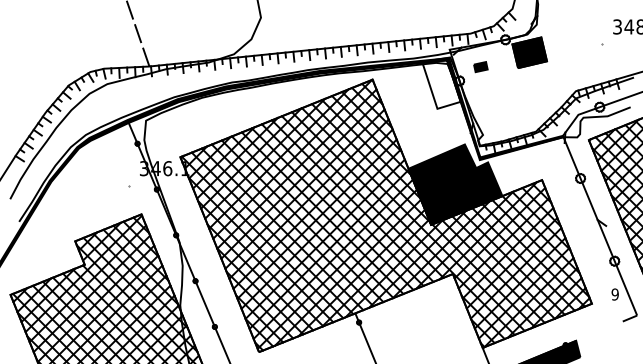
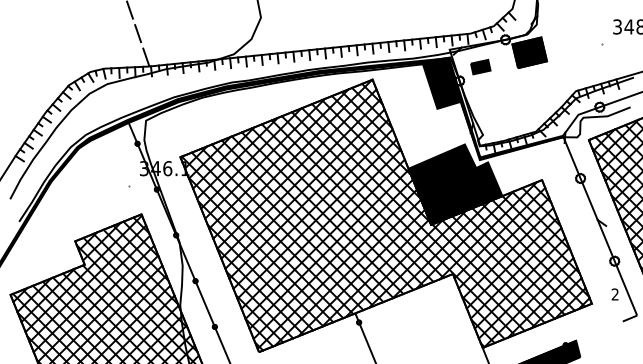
part at (480, 67) size: 16x13 px -> 22x18 px
fill at (441, 84): none -> present
text at (614, 294): 9 -> 2
